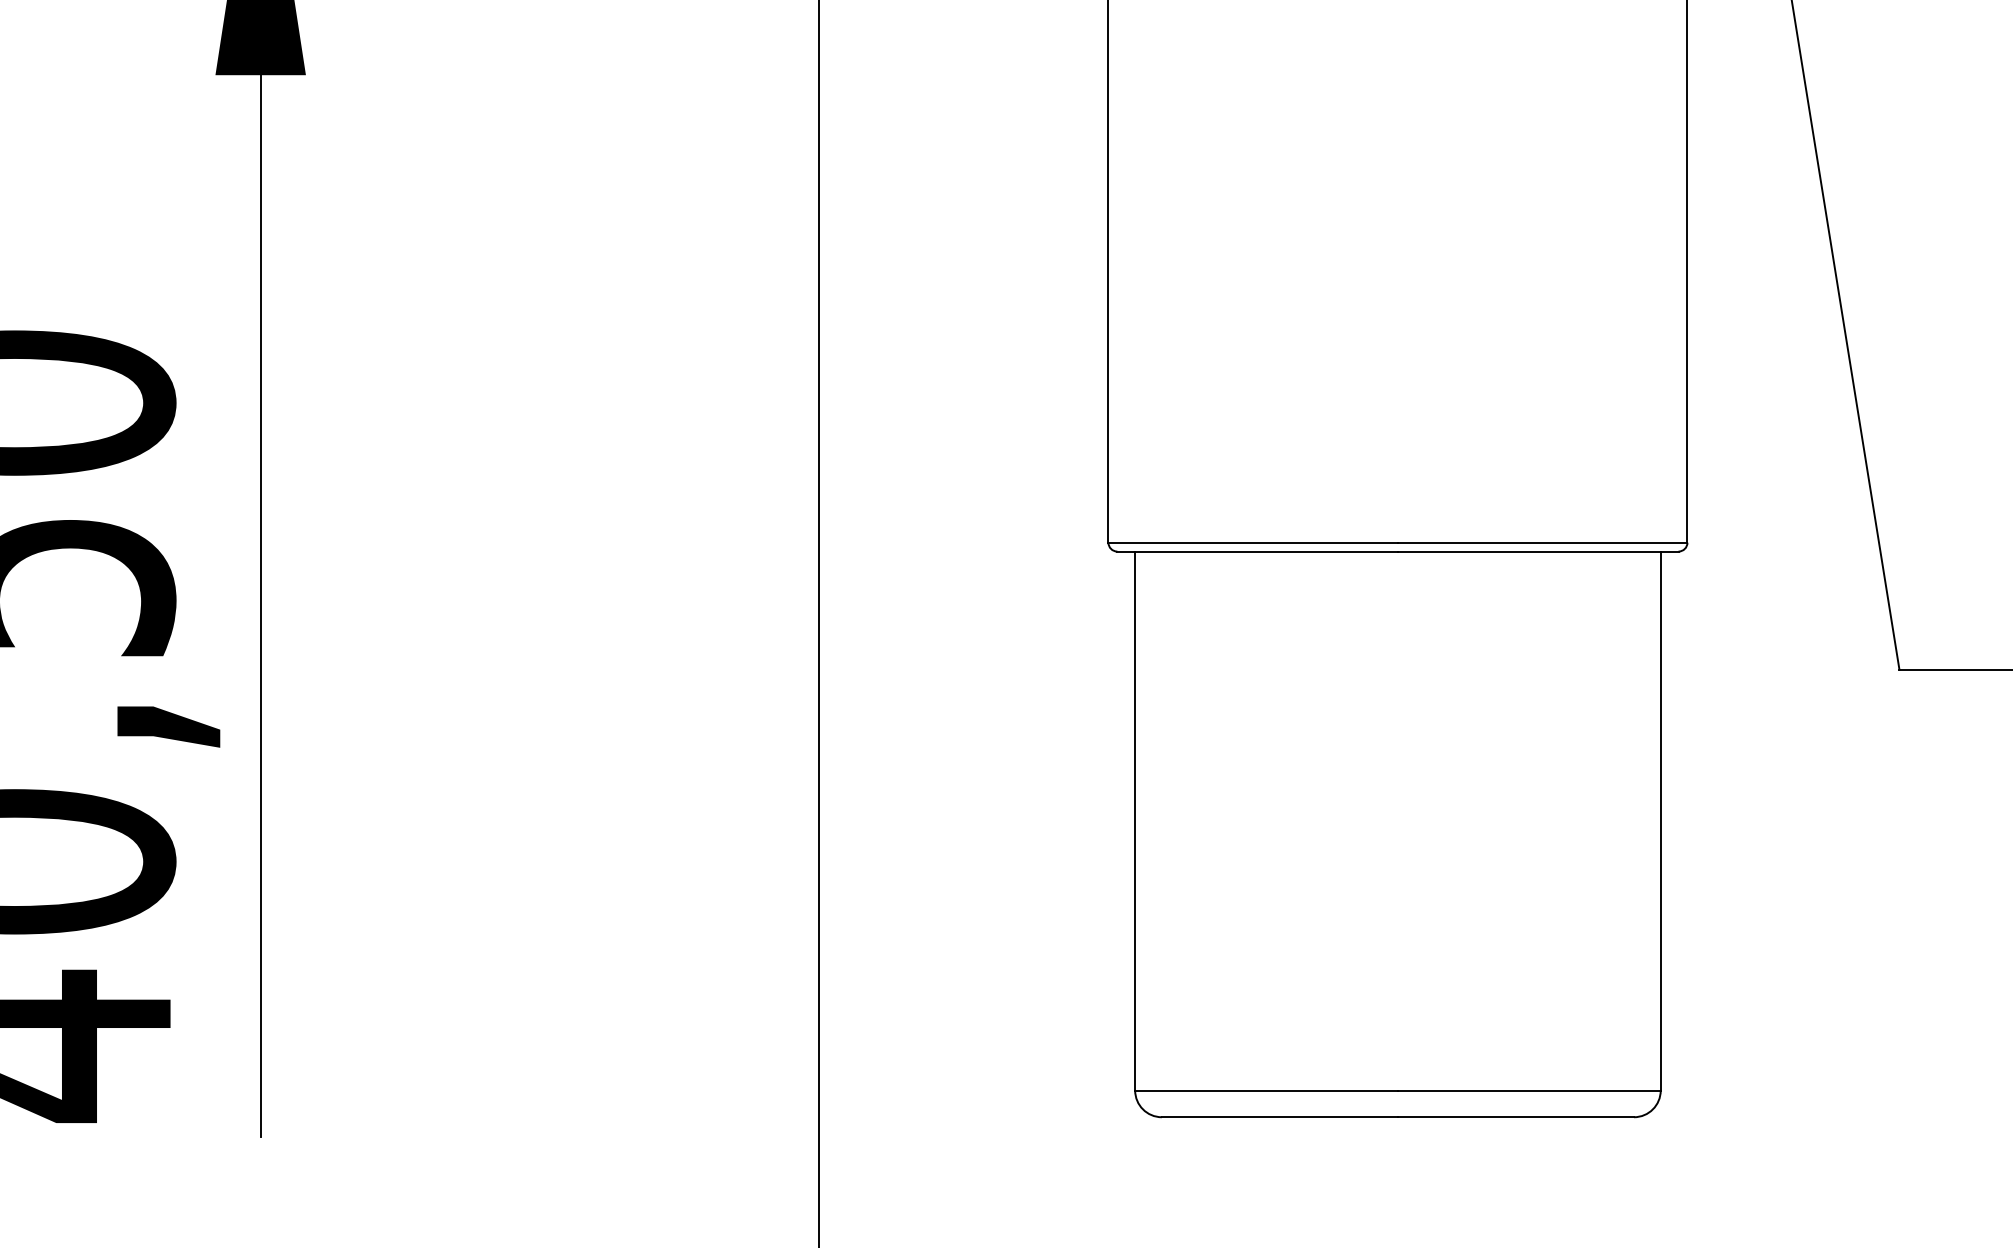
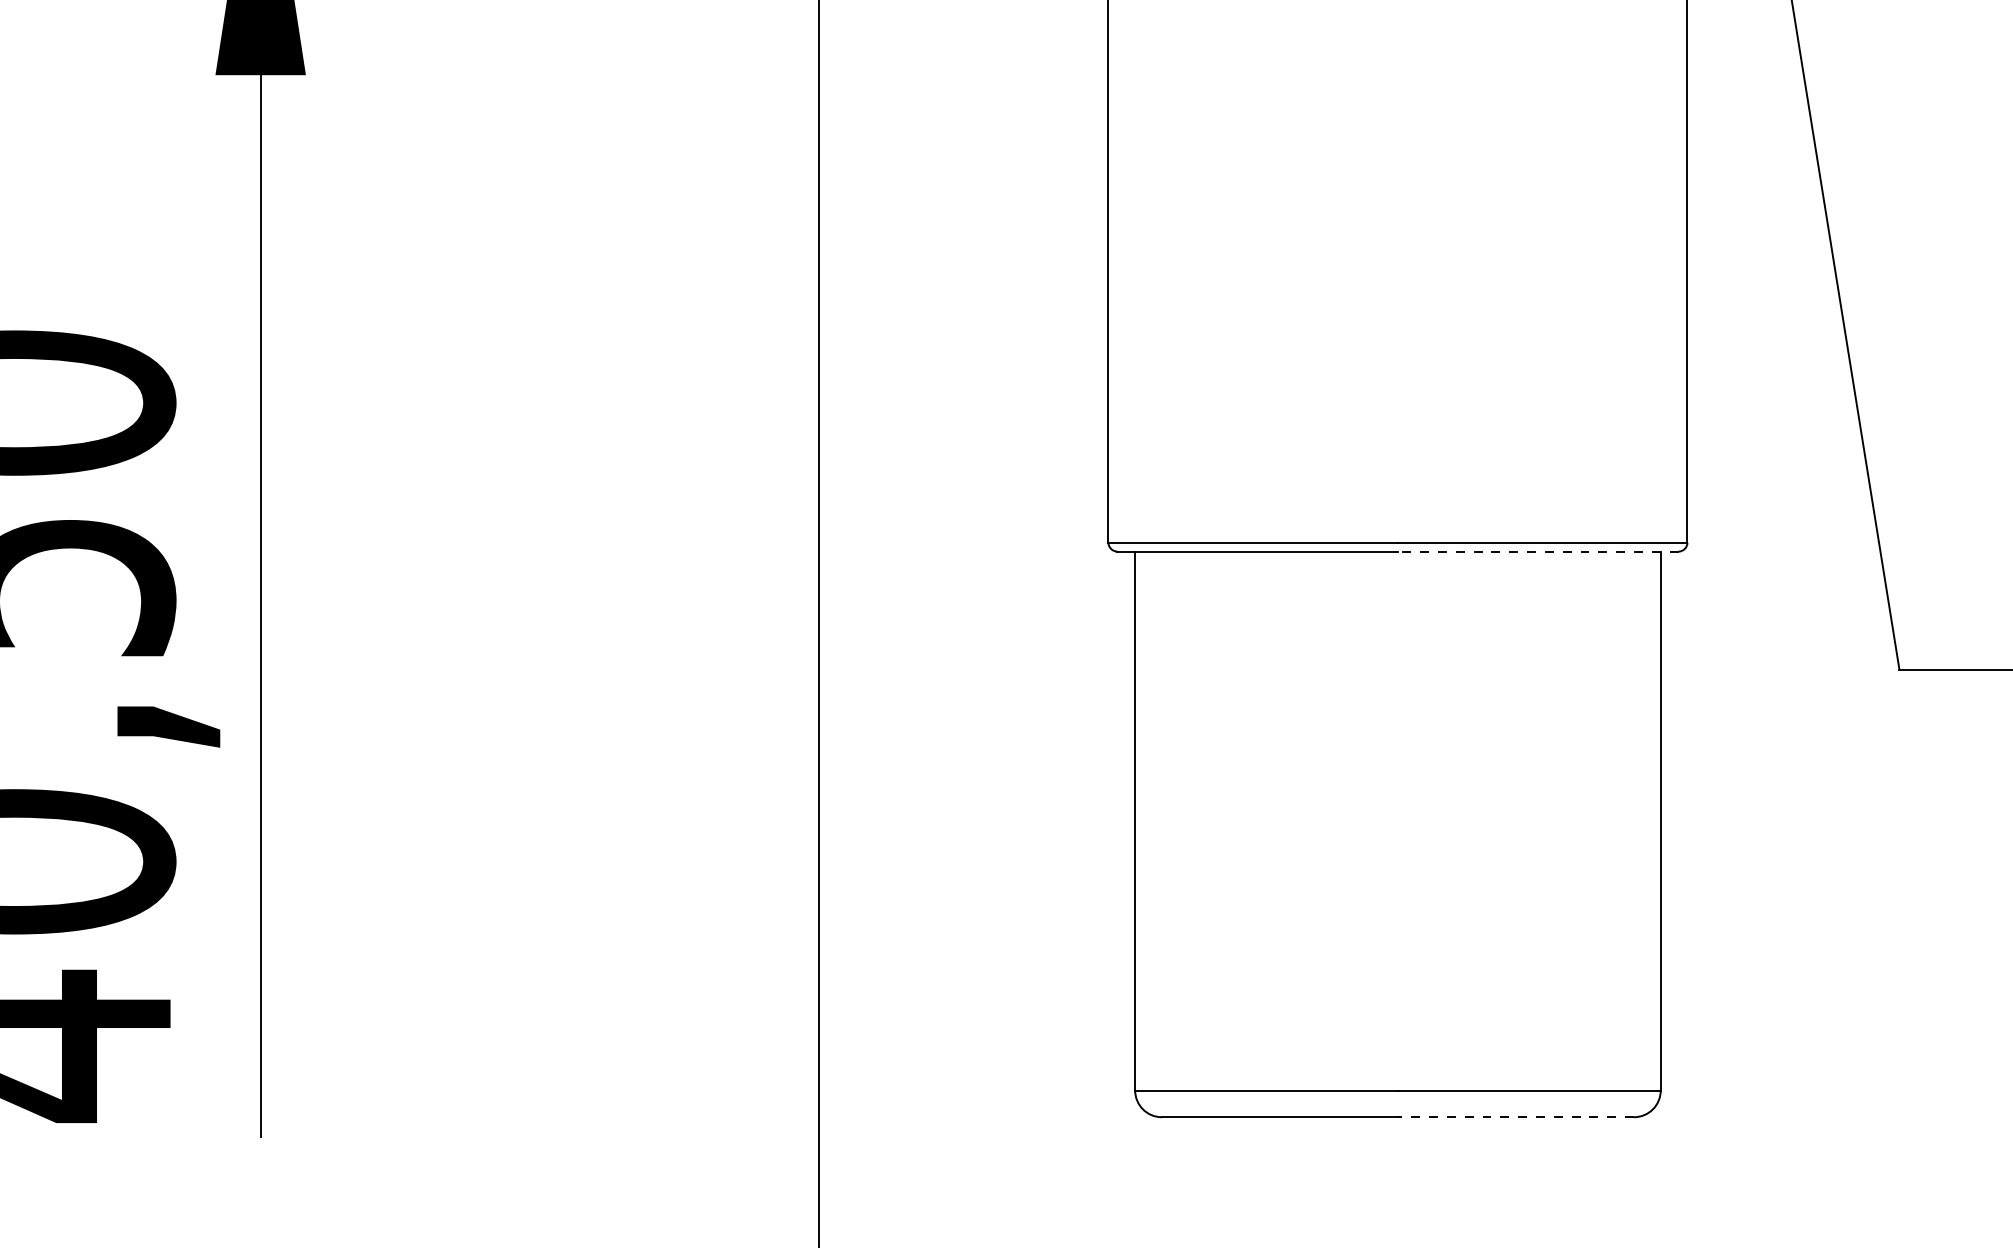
line at (1537, 551): solid -> dashed
line at (1515, 1117): solid -> dashed
